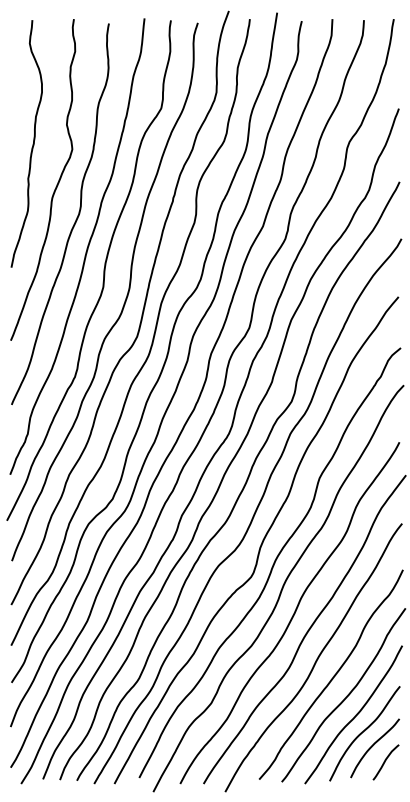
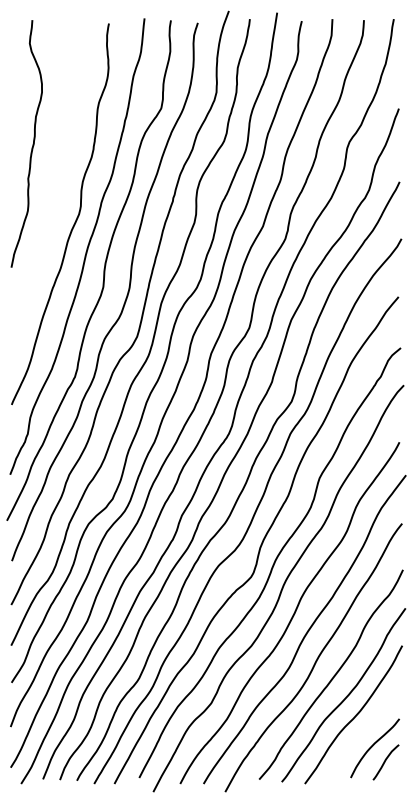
curve at (55, 186): present -> none
curve at (363, 732): present -> none
